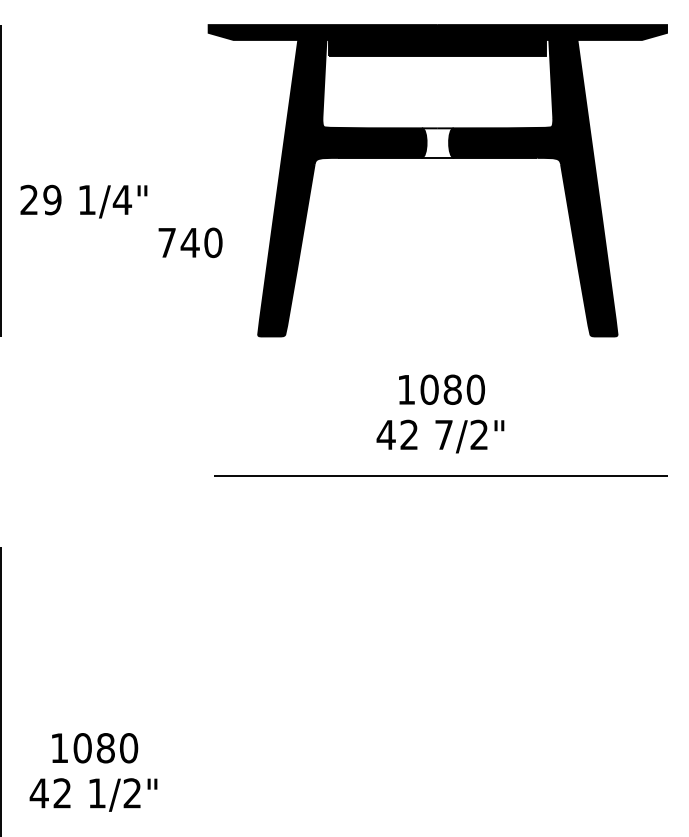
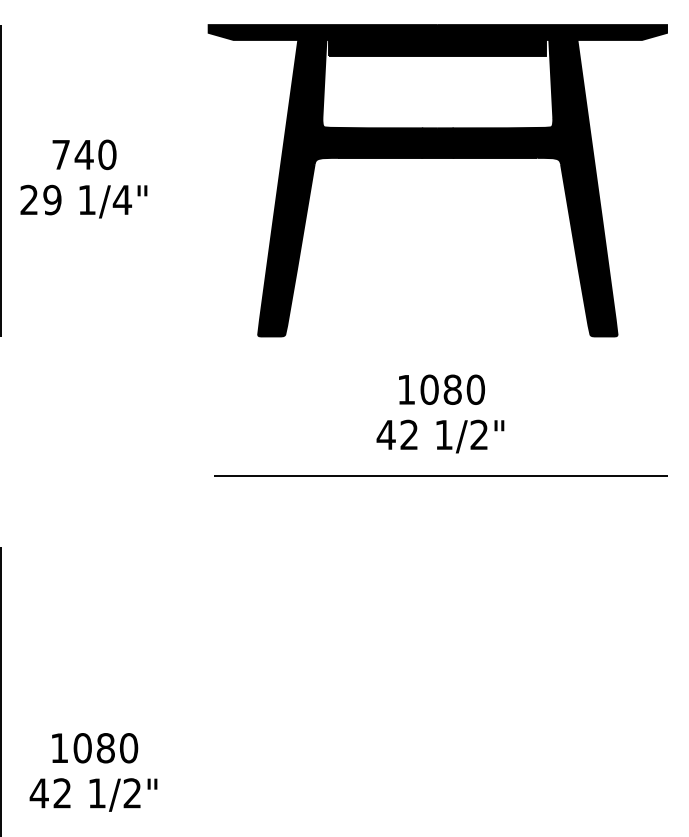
fill at (437, 142): none -> present
text at (190, 242) position: (190, 242) -> (84, 154)
text at (443, 434): 7/2" -> 1/2"
